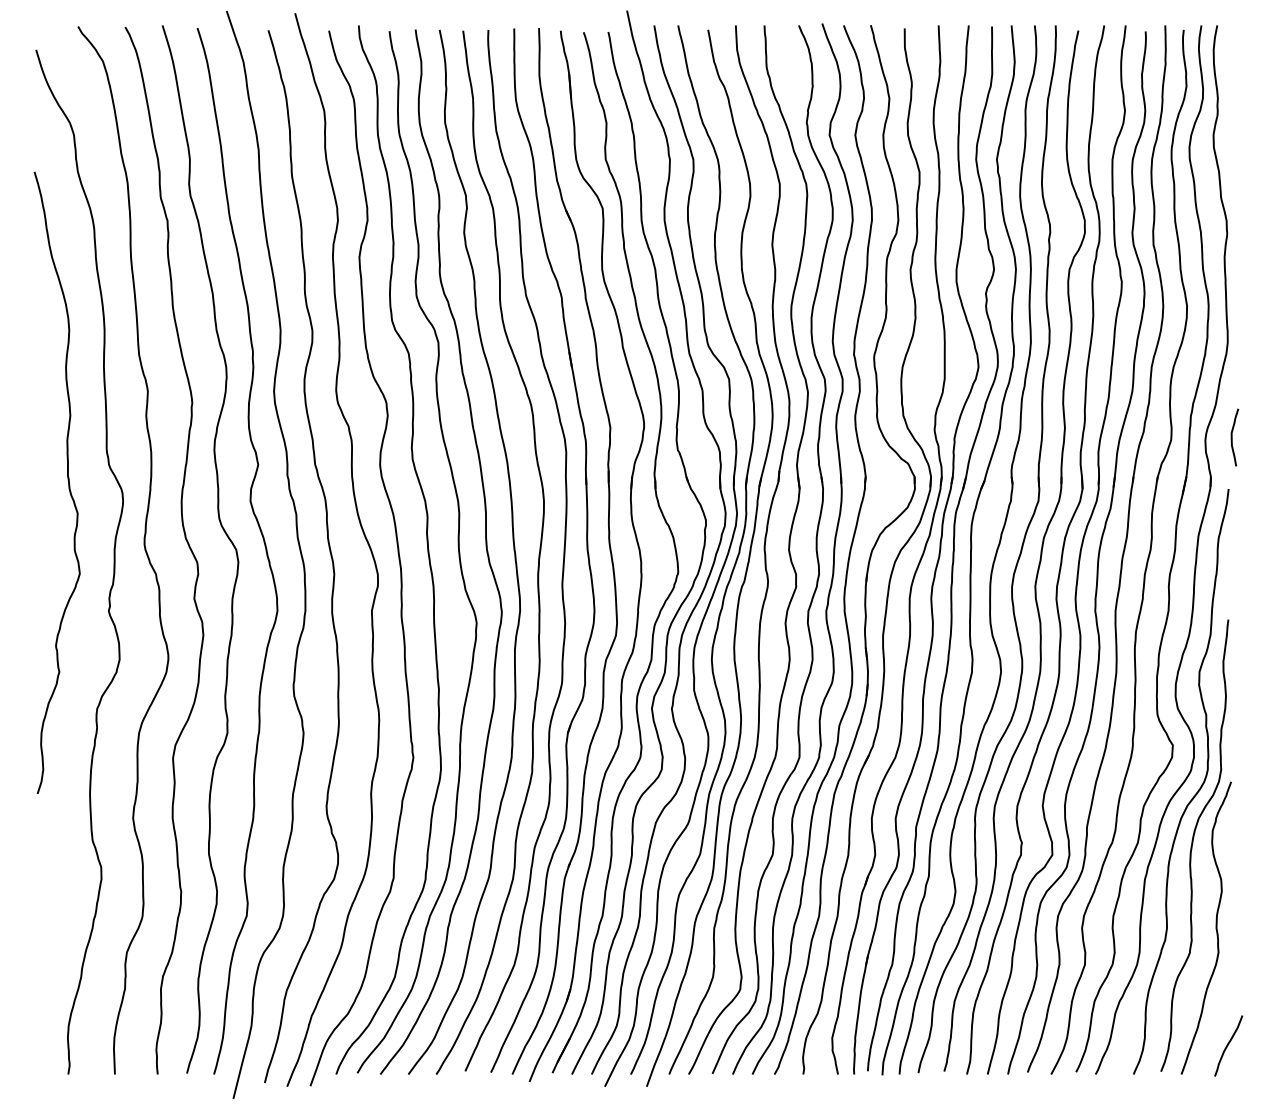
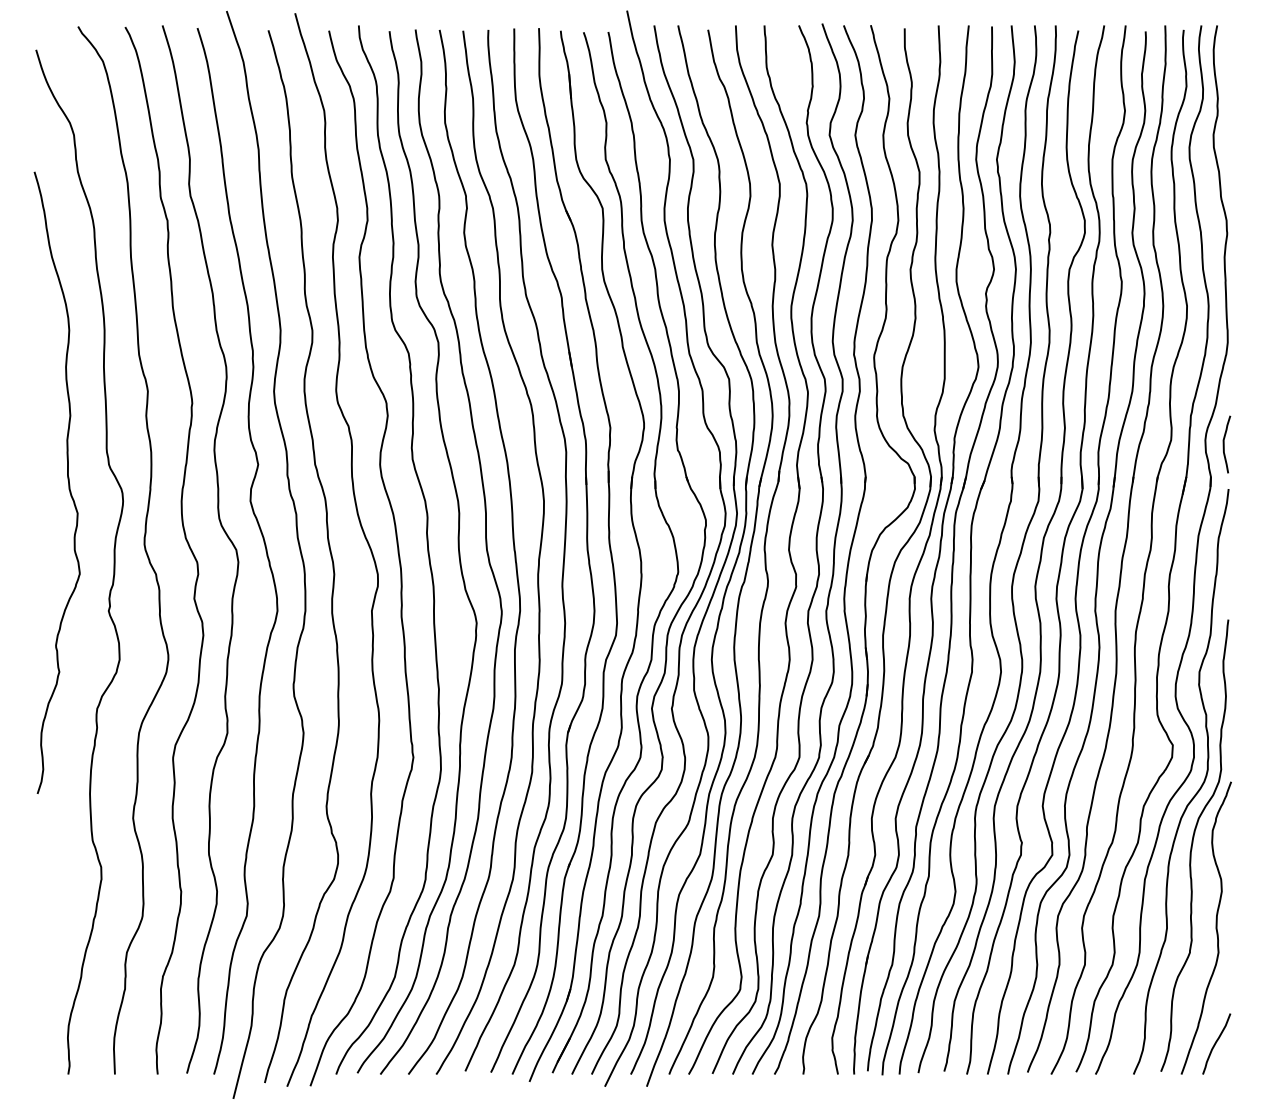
curve at (1232, 437) position: (1232, 437) -> (1224, 444)
curve at (1228, 1045) position: (1228, 1045) -> (1216, 1043)
